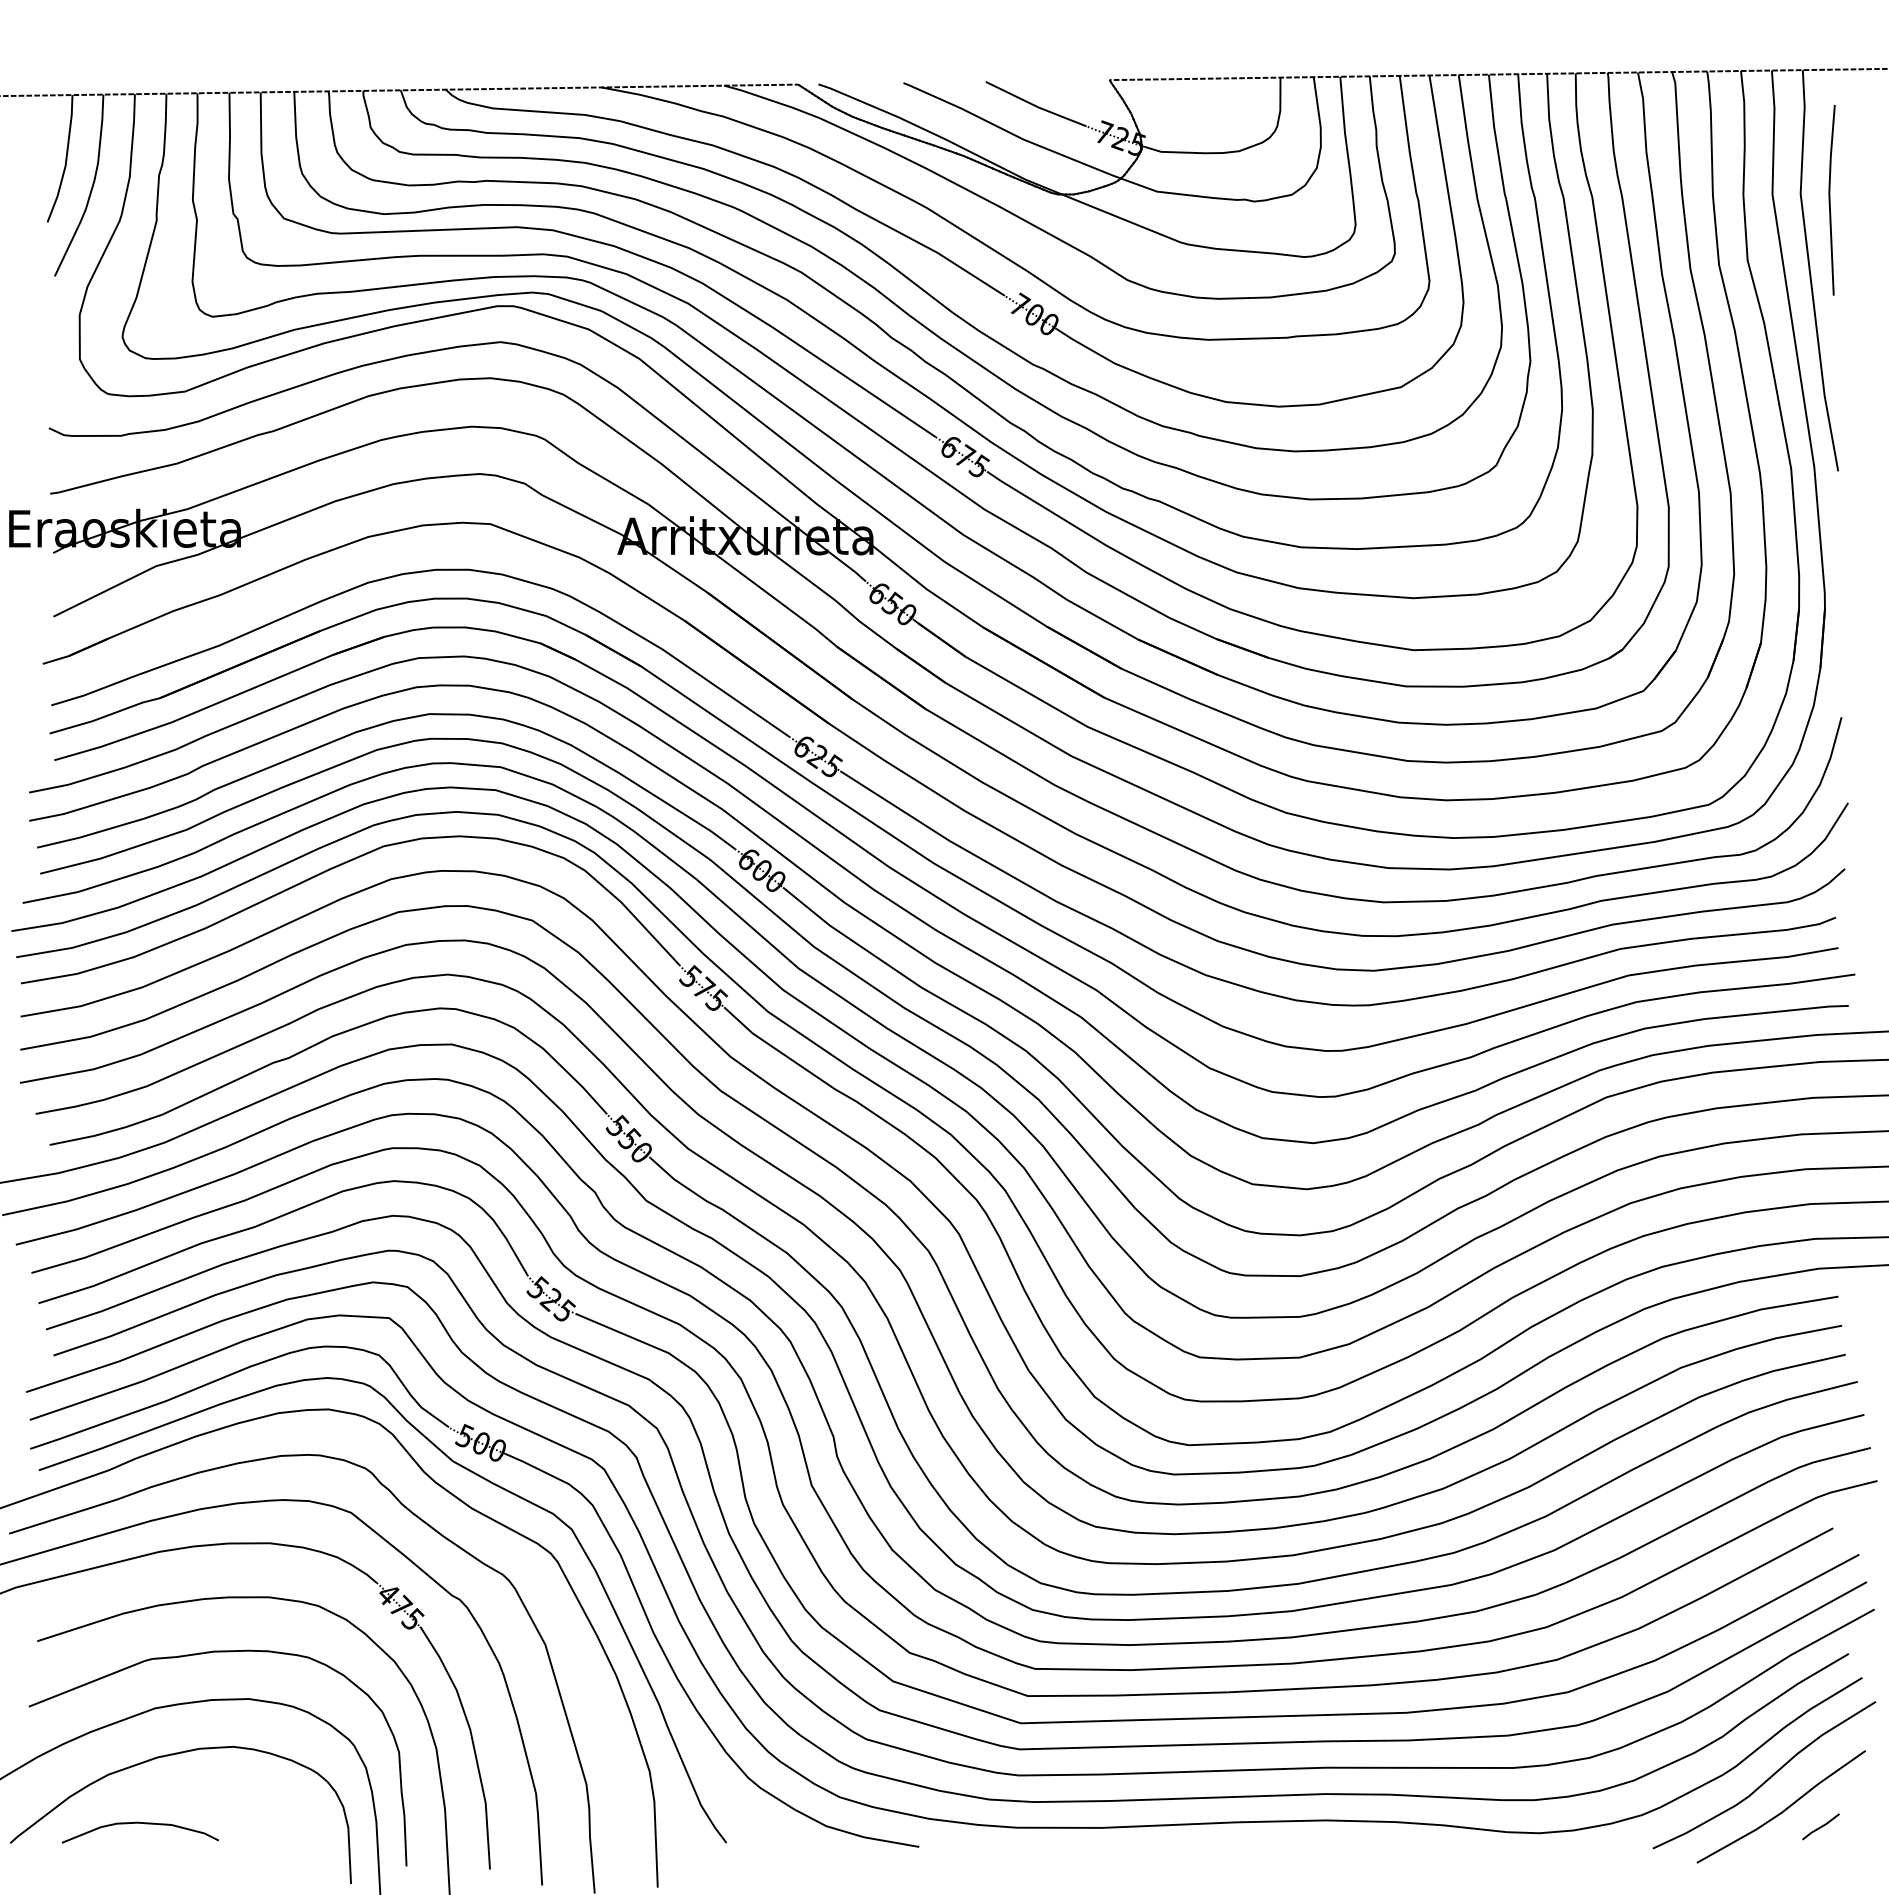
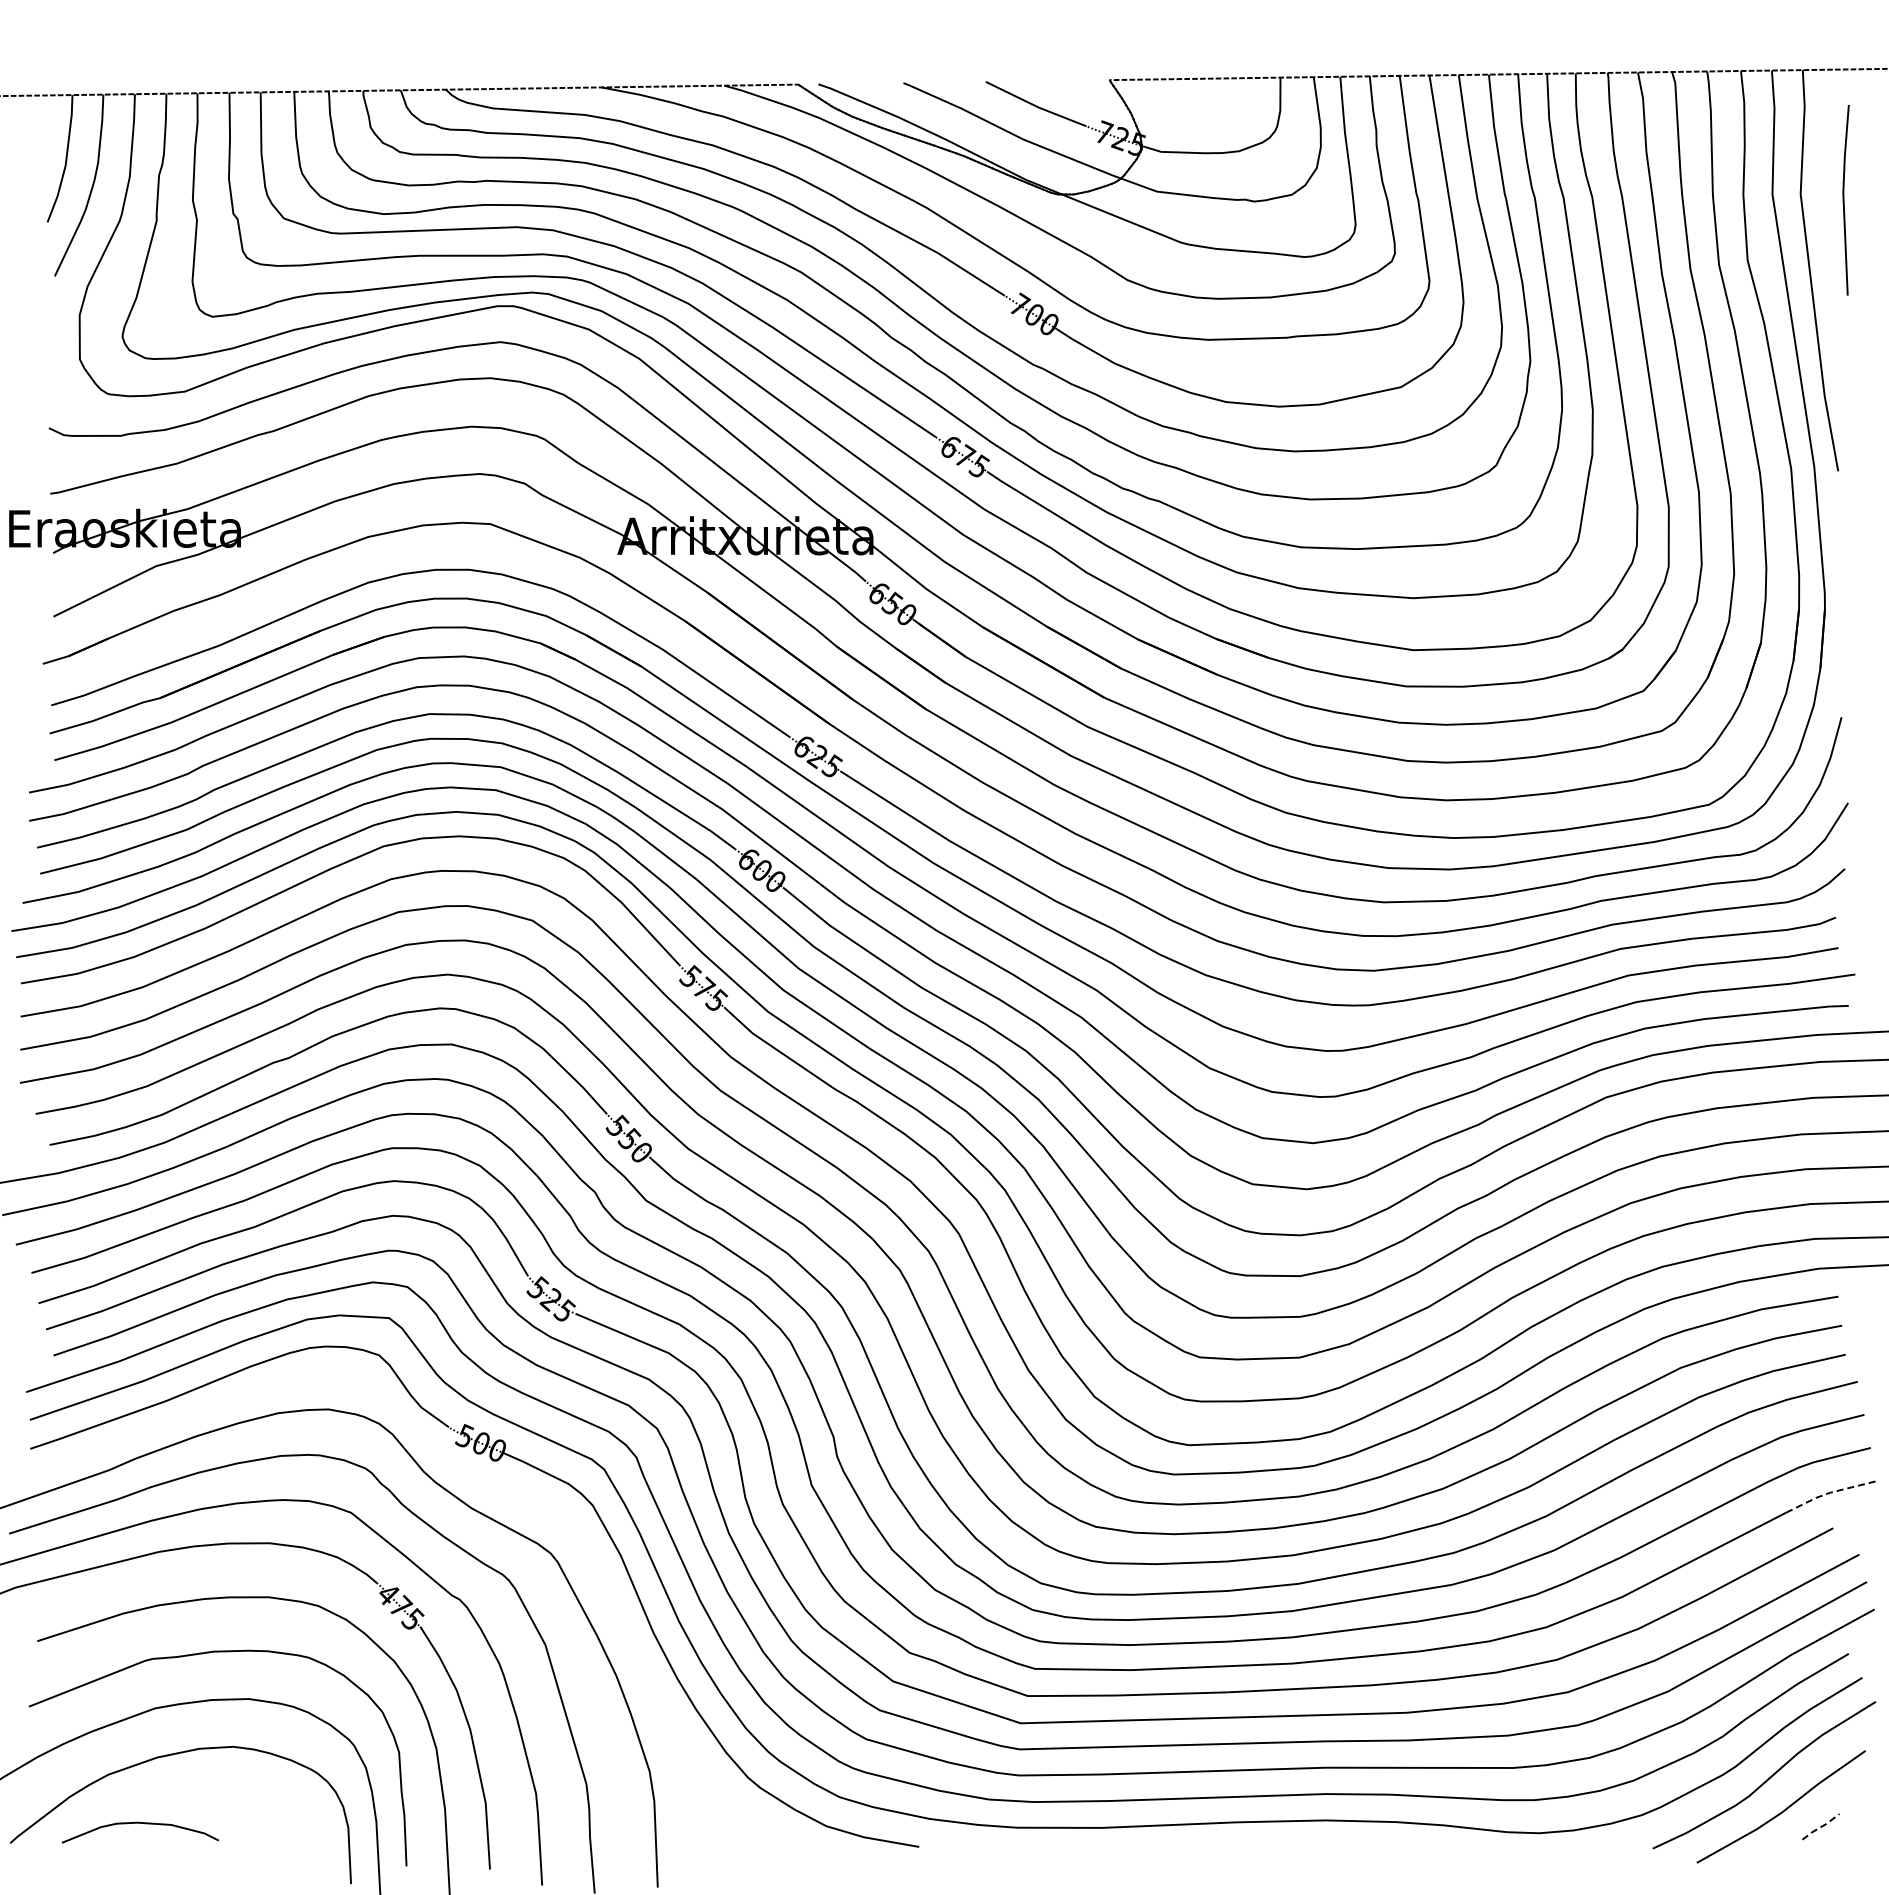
line at (1830, 200) position: (1830, 200) -> (1844, 200)
part at (463, 1468): present -> none
line at (1830, 1492): solid -> dashed
line at (1821, 1826): solid -> dashed
